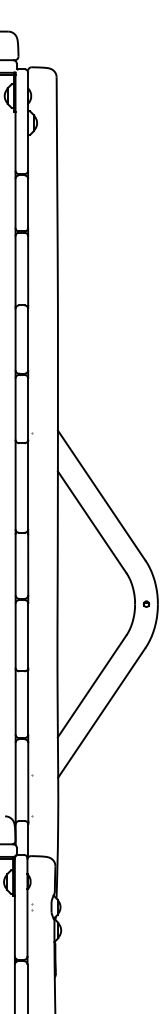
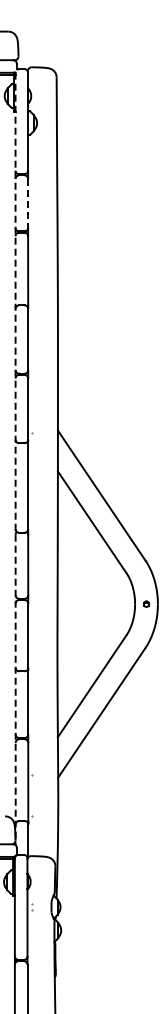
line at (28, 203): solid -> dashed
line at (15, 459): solid -> dashed
